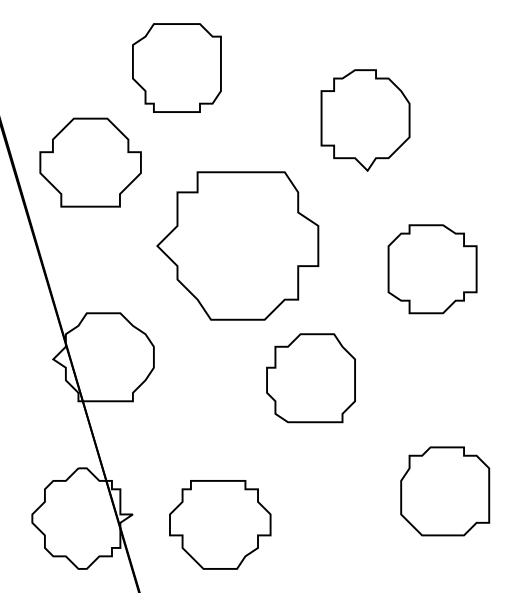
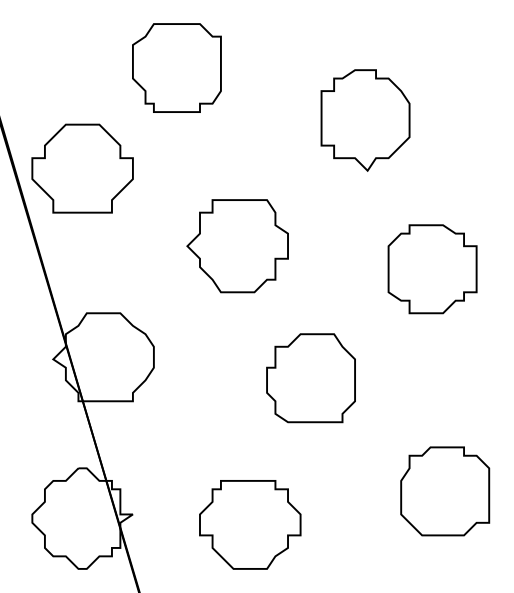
part at (90, 162) position: (90, 162) -> (82, 168)
part at (237, 245) size: 164x150 px -> 103x95 px
part at (220, 524) position: (220, 524) -> (250, 524)
